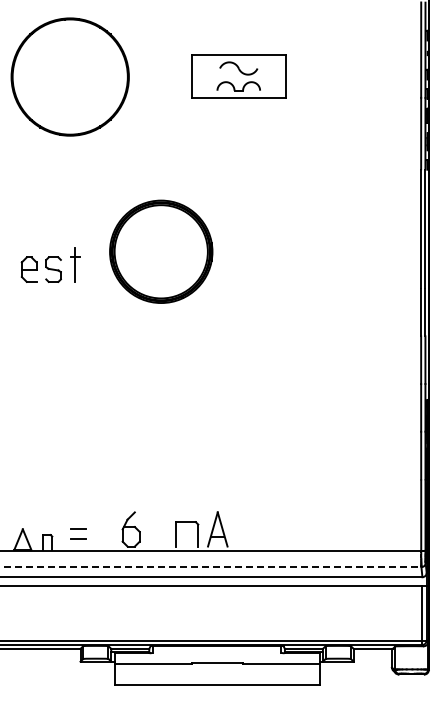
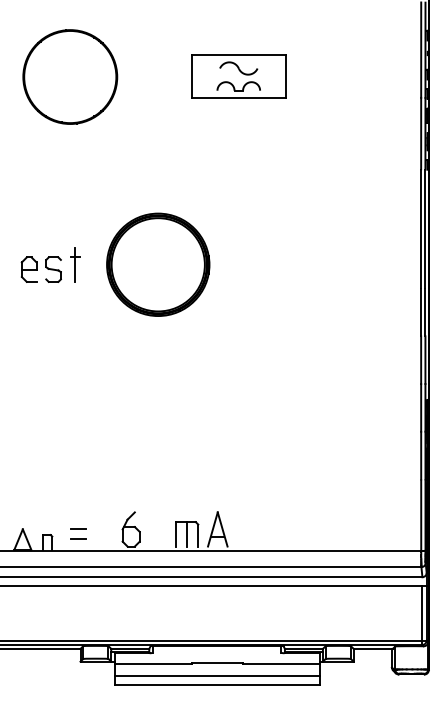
part at (69, 76) size: 120x120 px -> 97x96 px
part at (161, 251) position: (161, 251) -> (158, 264)
line at (186, 534): none -> present
line at (211, 567): dashed -> solid
line at (216, 675): none -> present
